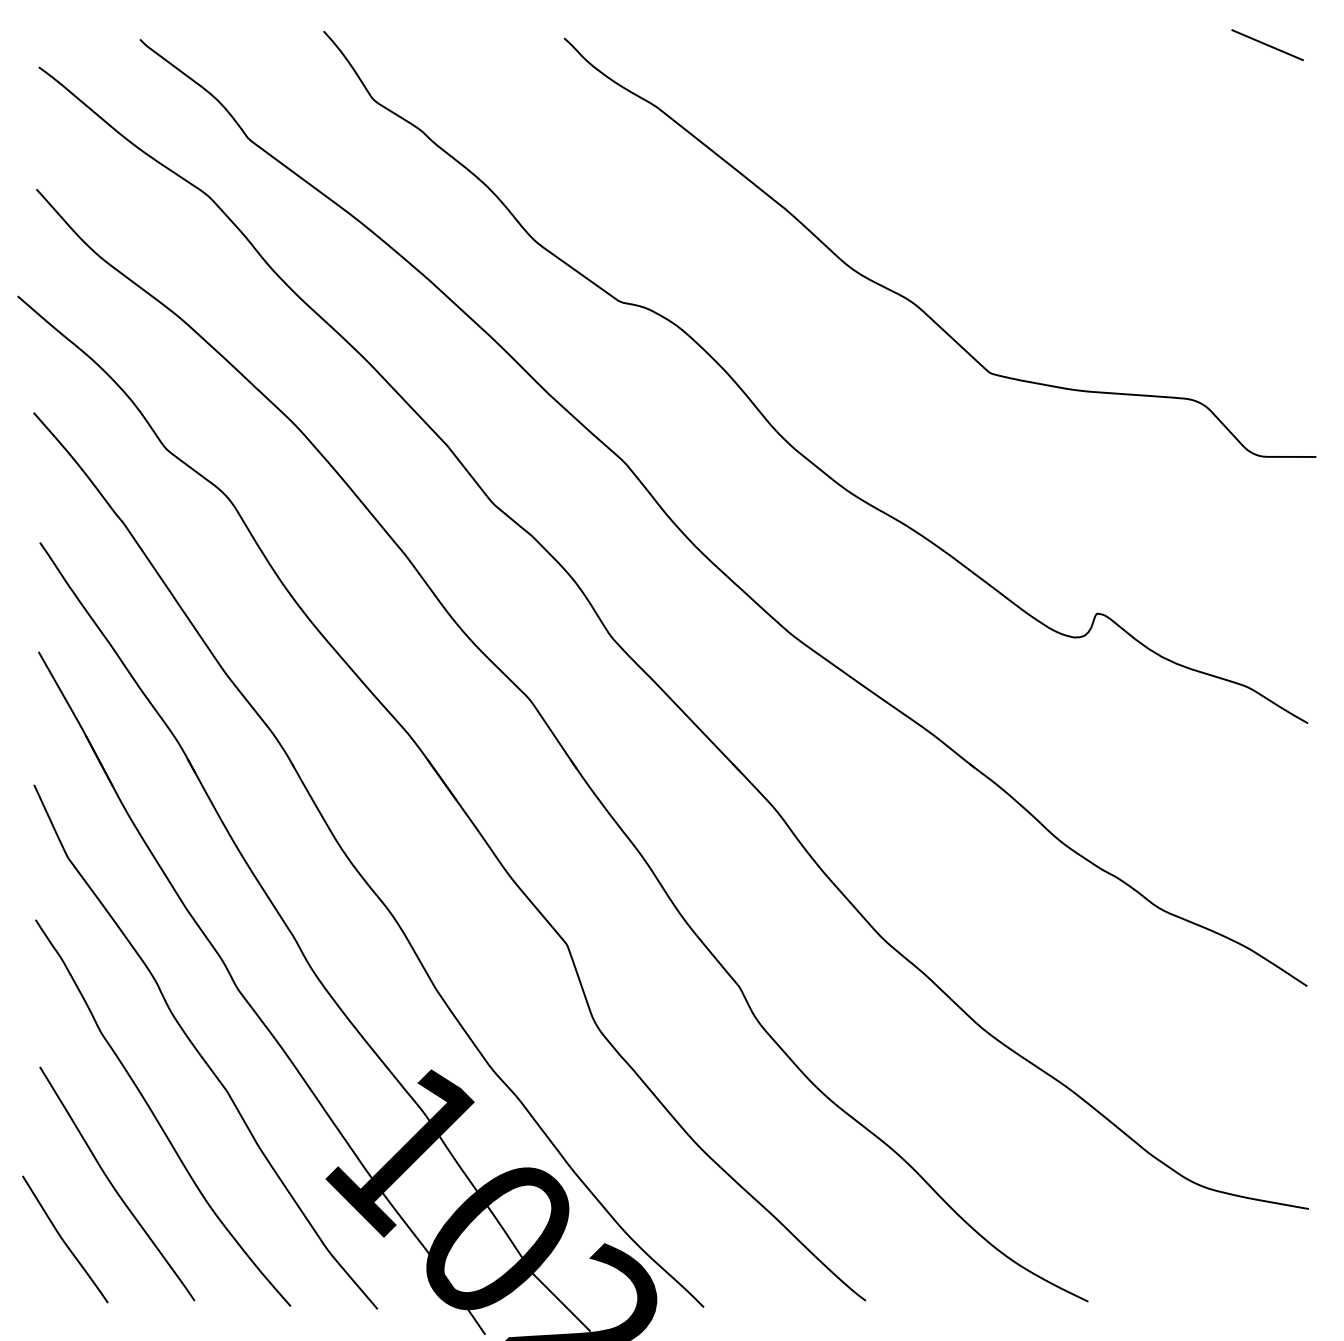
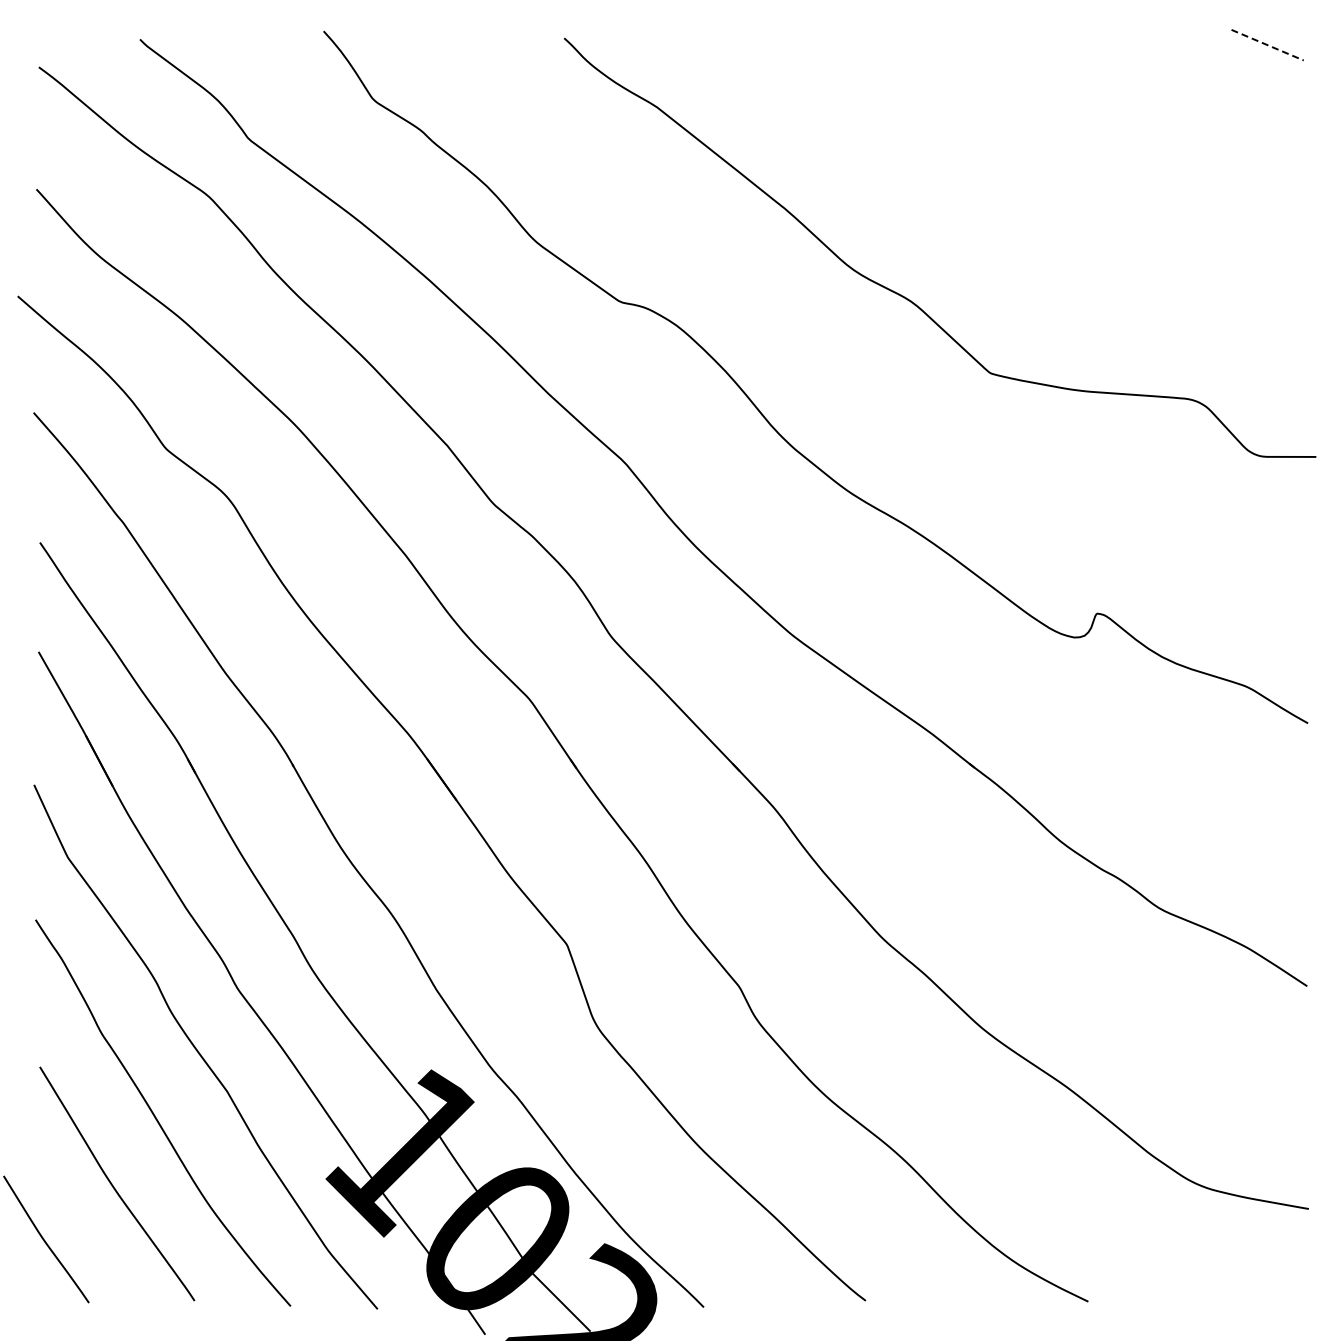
line at (1268, 45): solid -> dashed
curve at (64, 1240) position: (64, 1240) -> (45, 1240)
